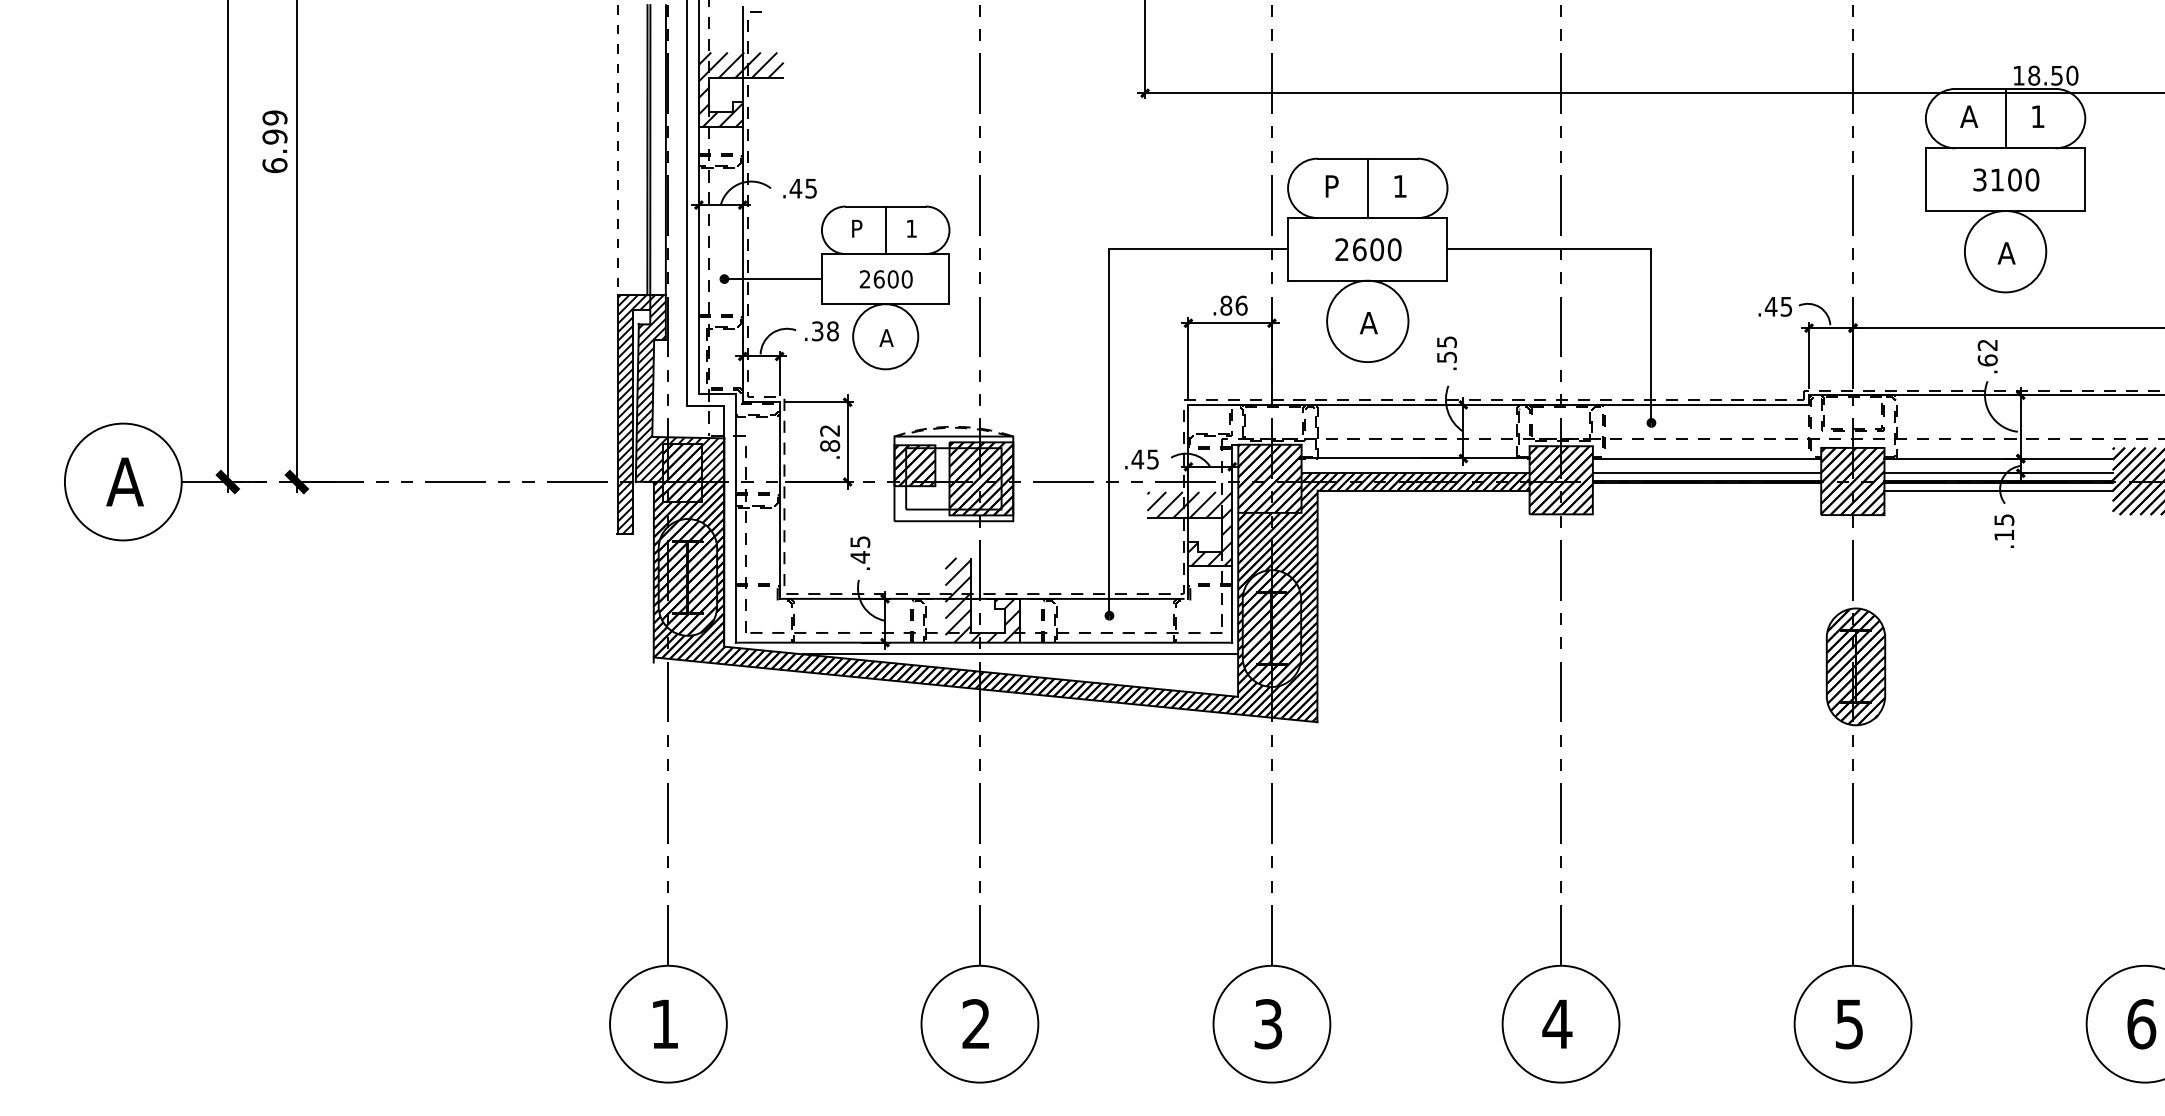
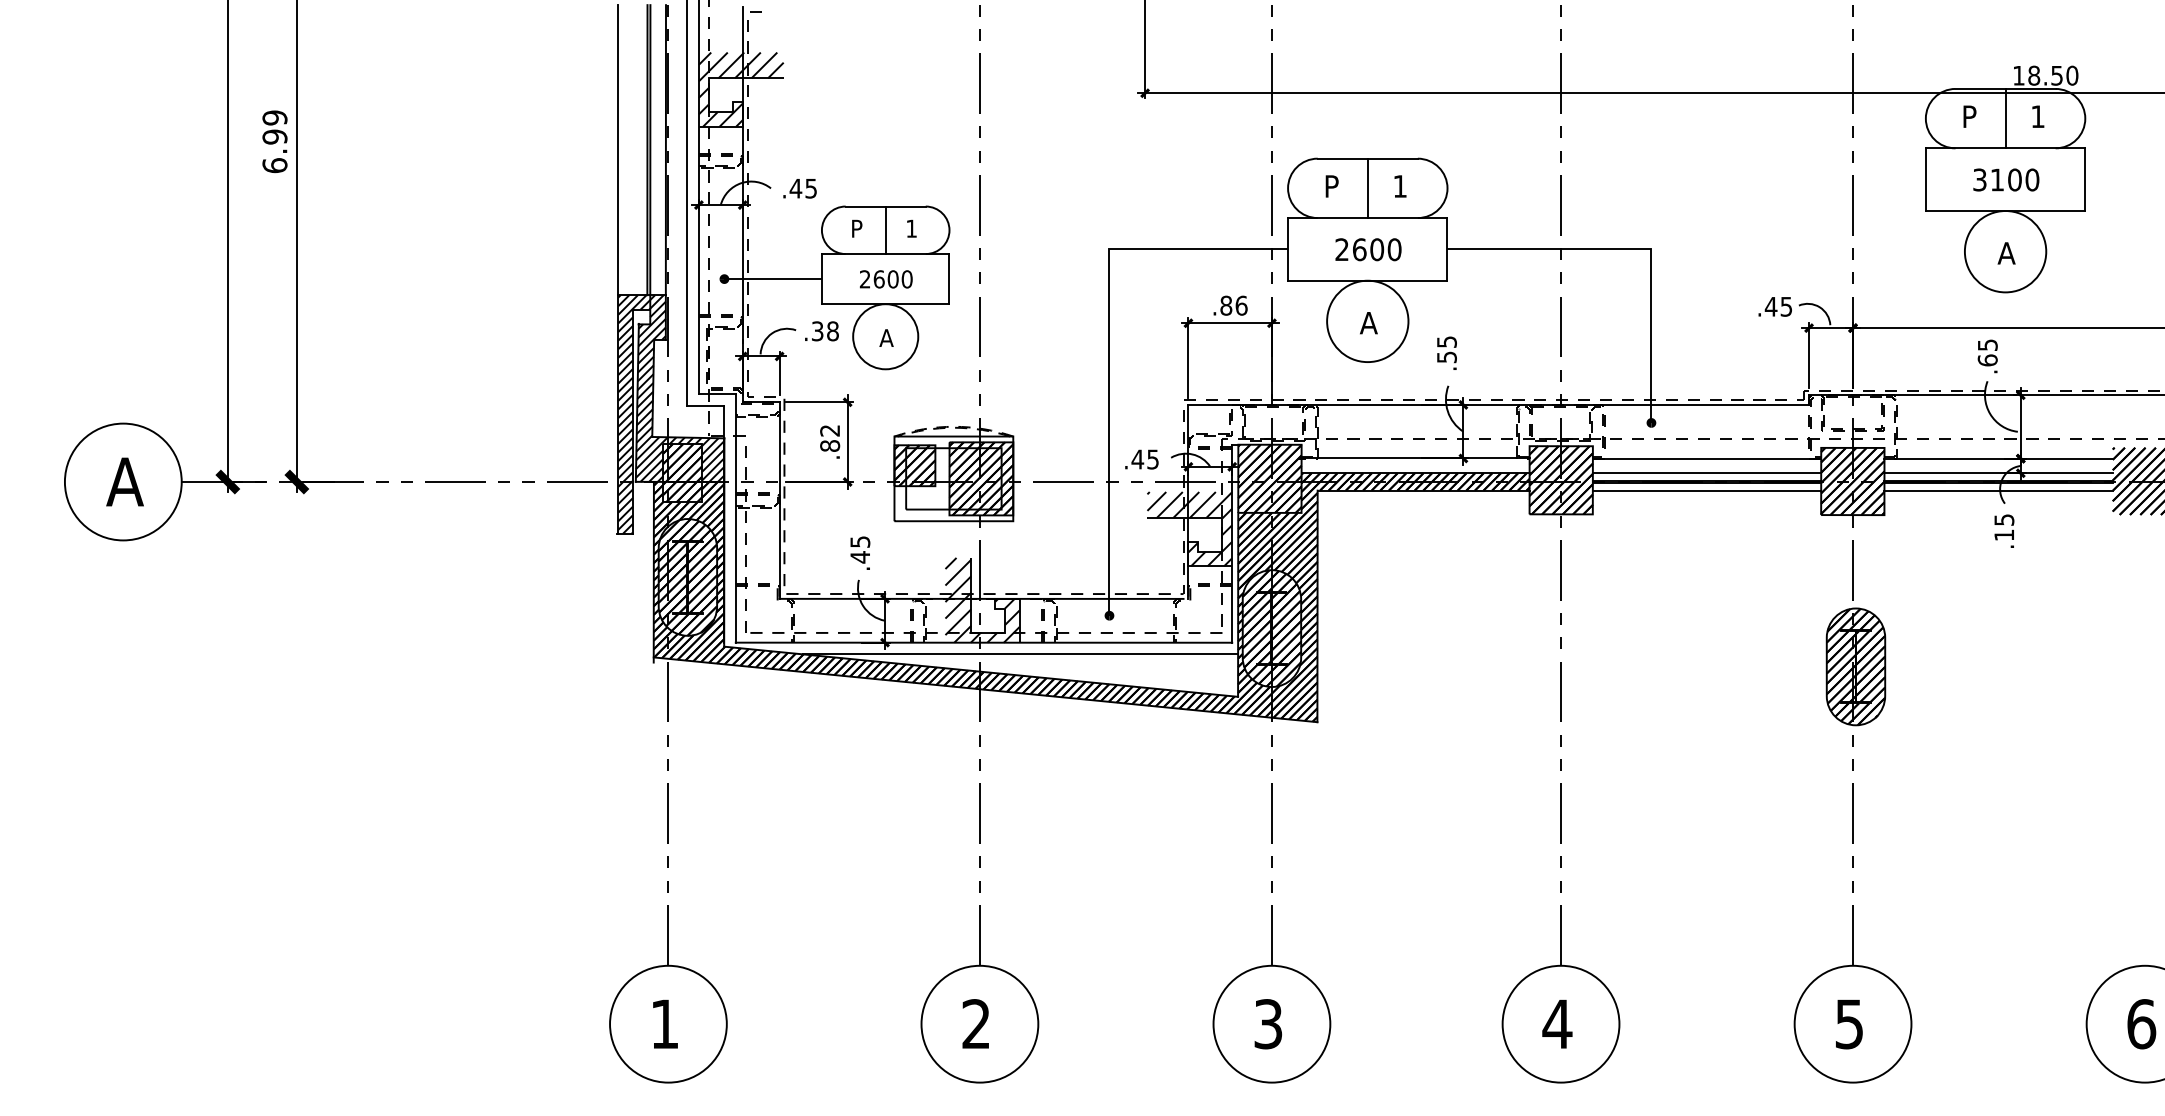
text at (1969, 116): A -> P
line at (618, 150): dashed -> solid
text at (1987, 344): .62 -> .65
line at (1706, 490): none -> present
